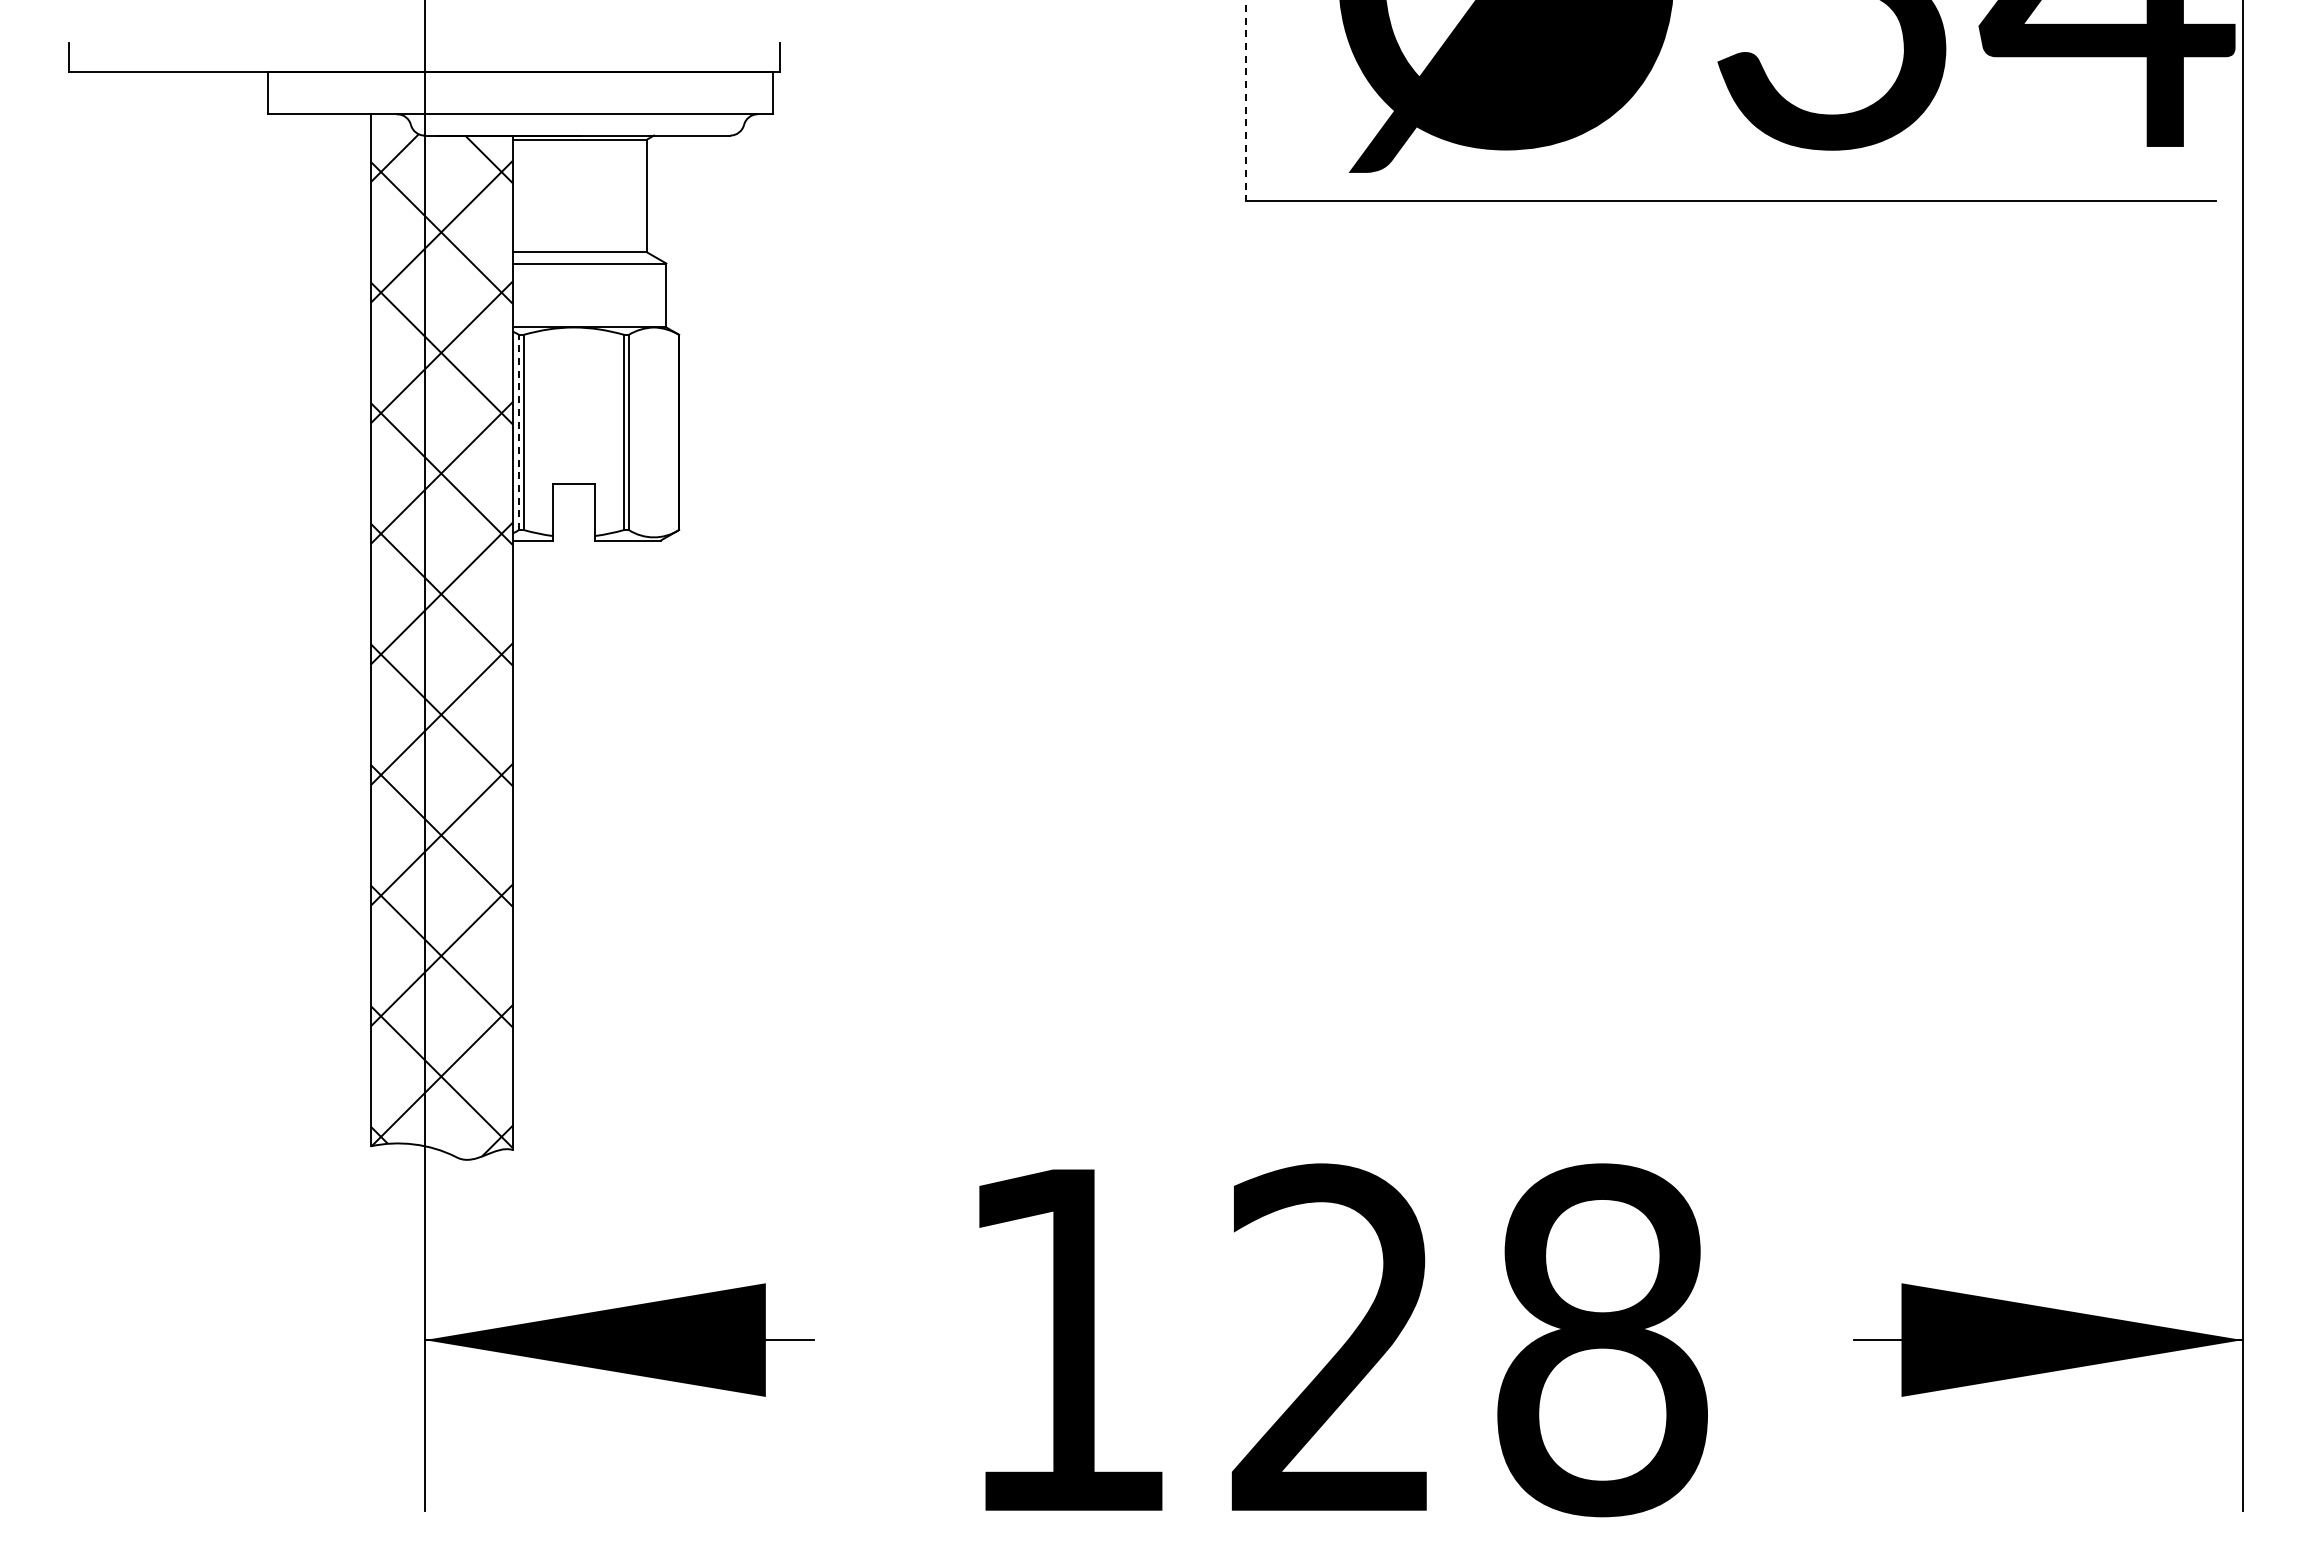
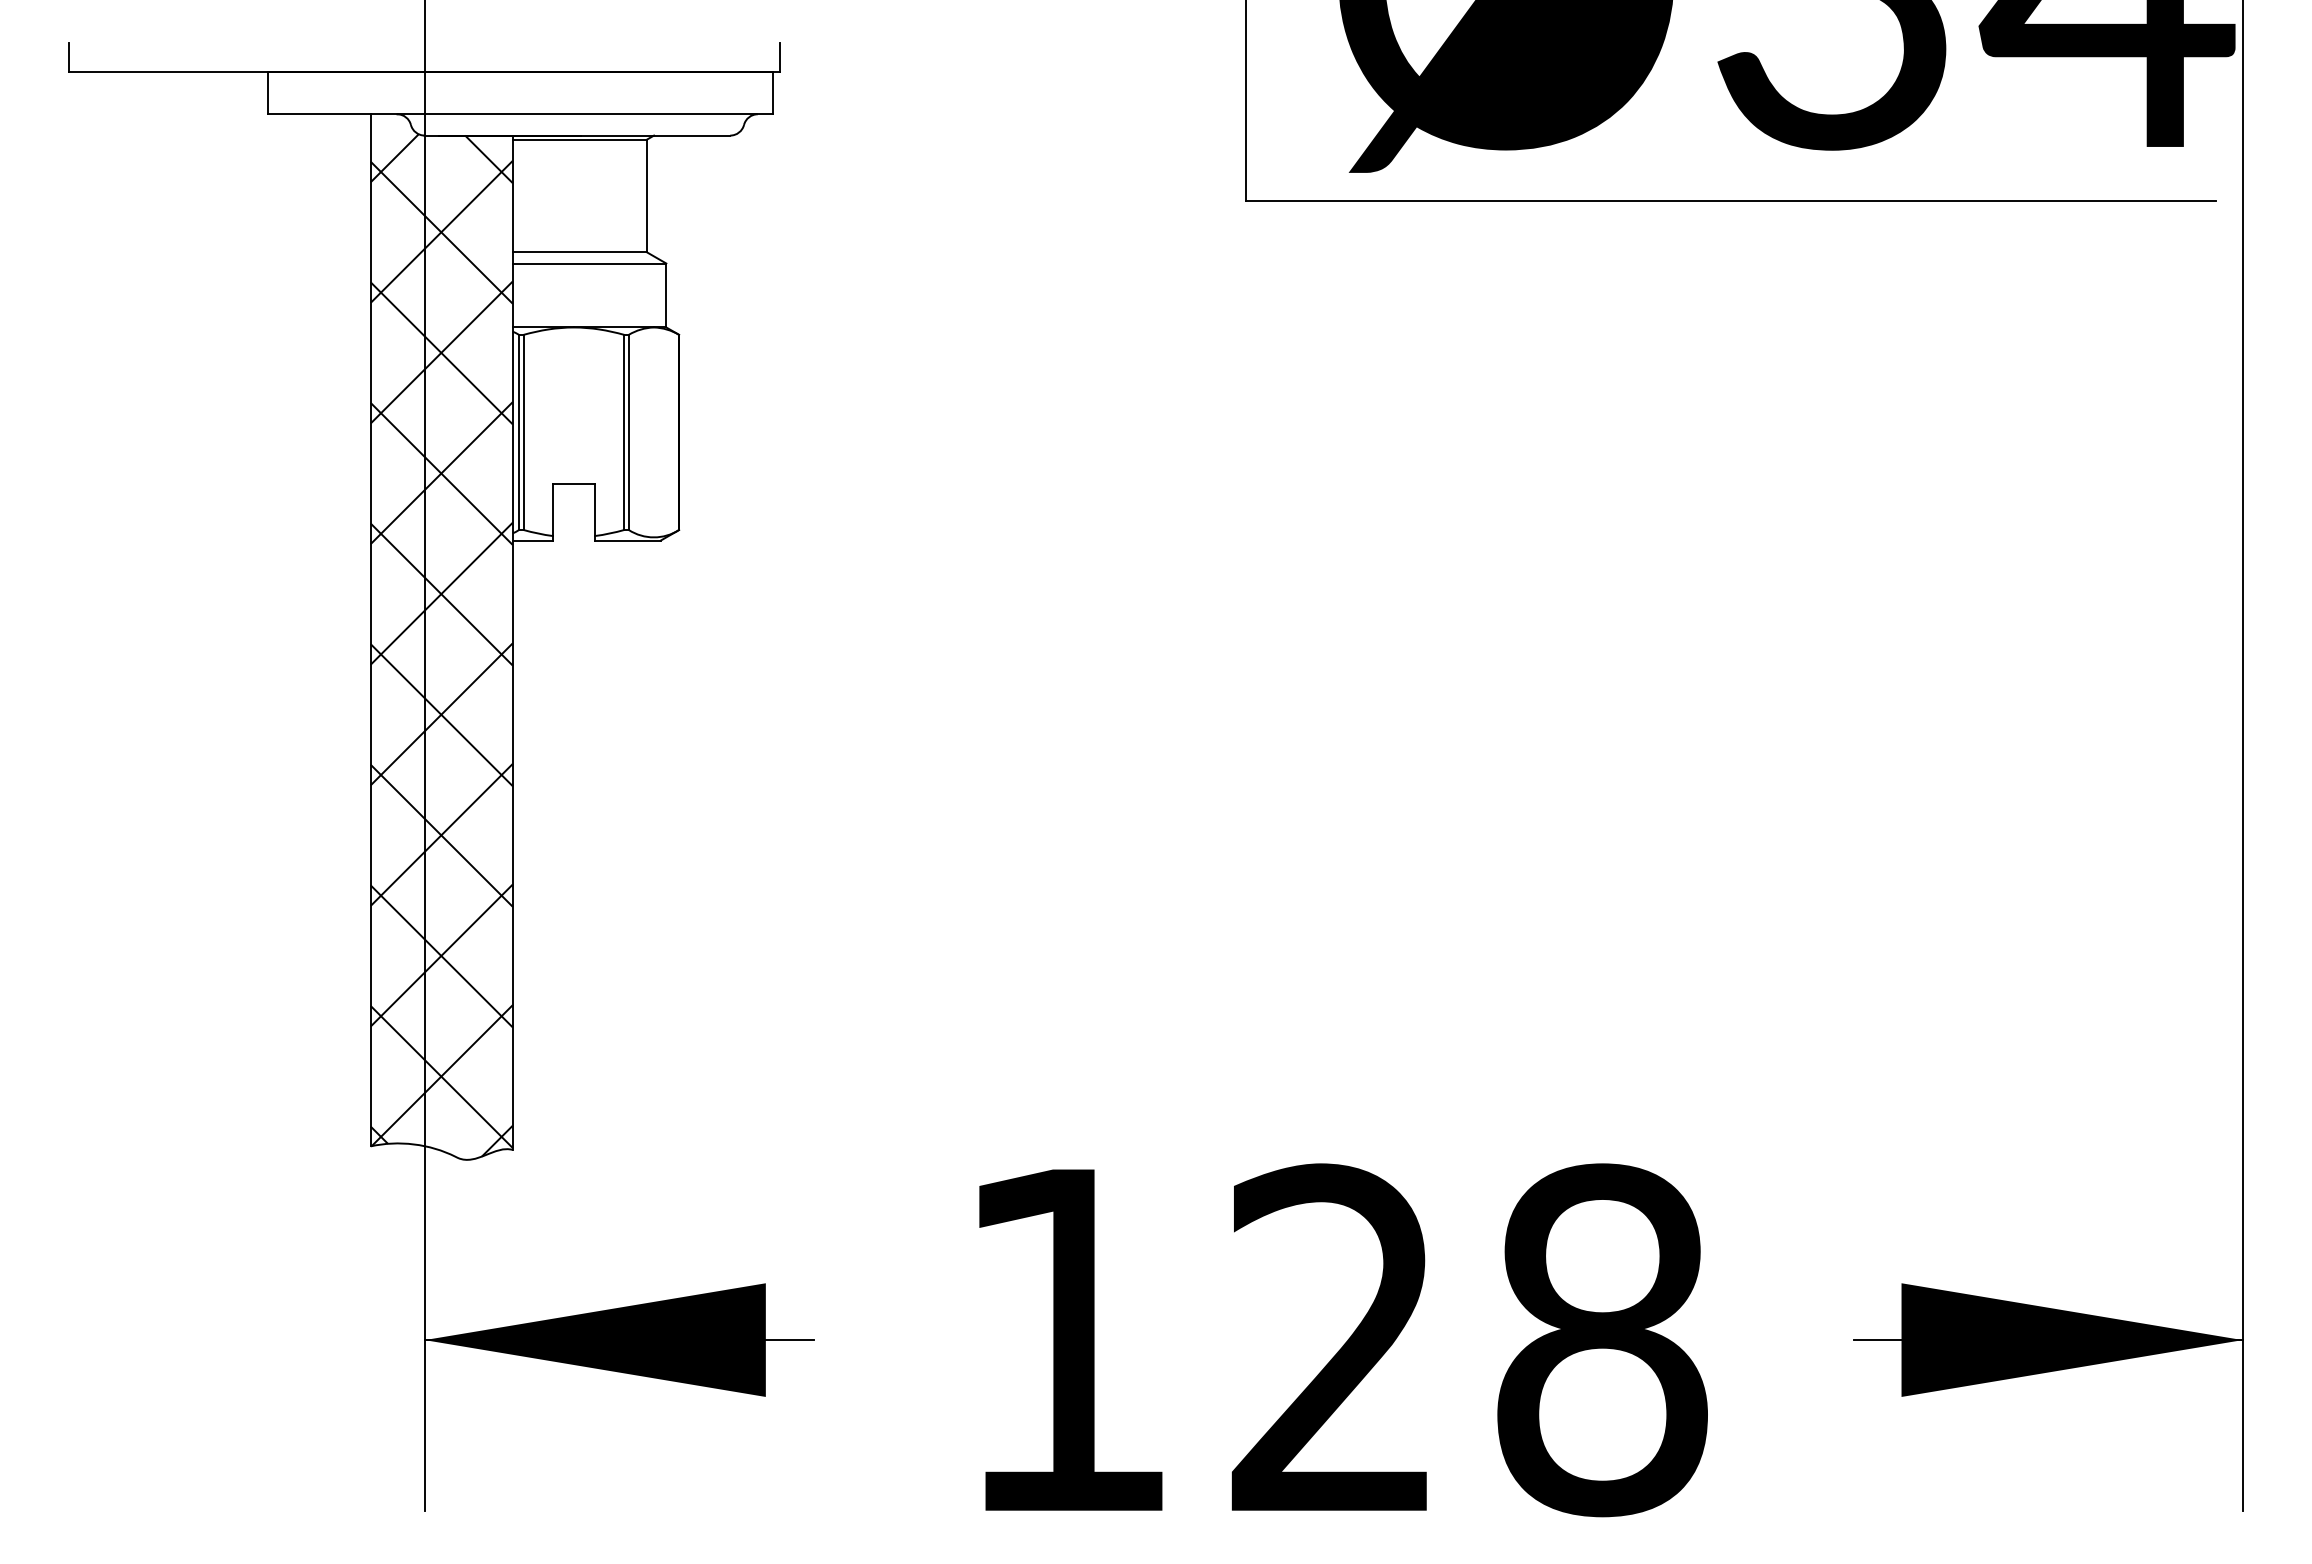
line at (1245, 101): dashed -> solid
line at (519, 432): dashed -> solid
